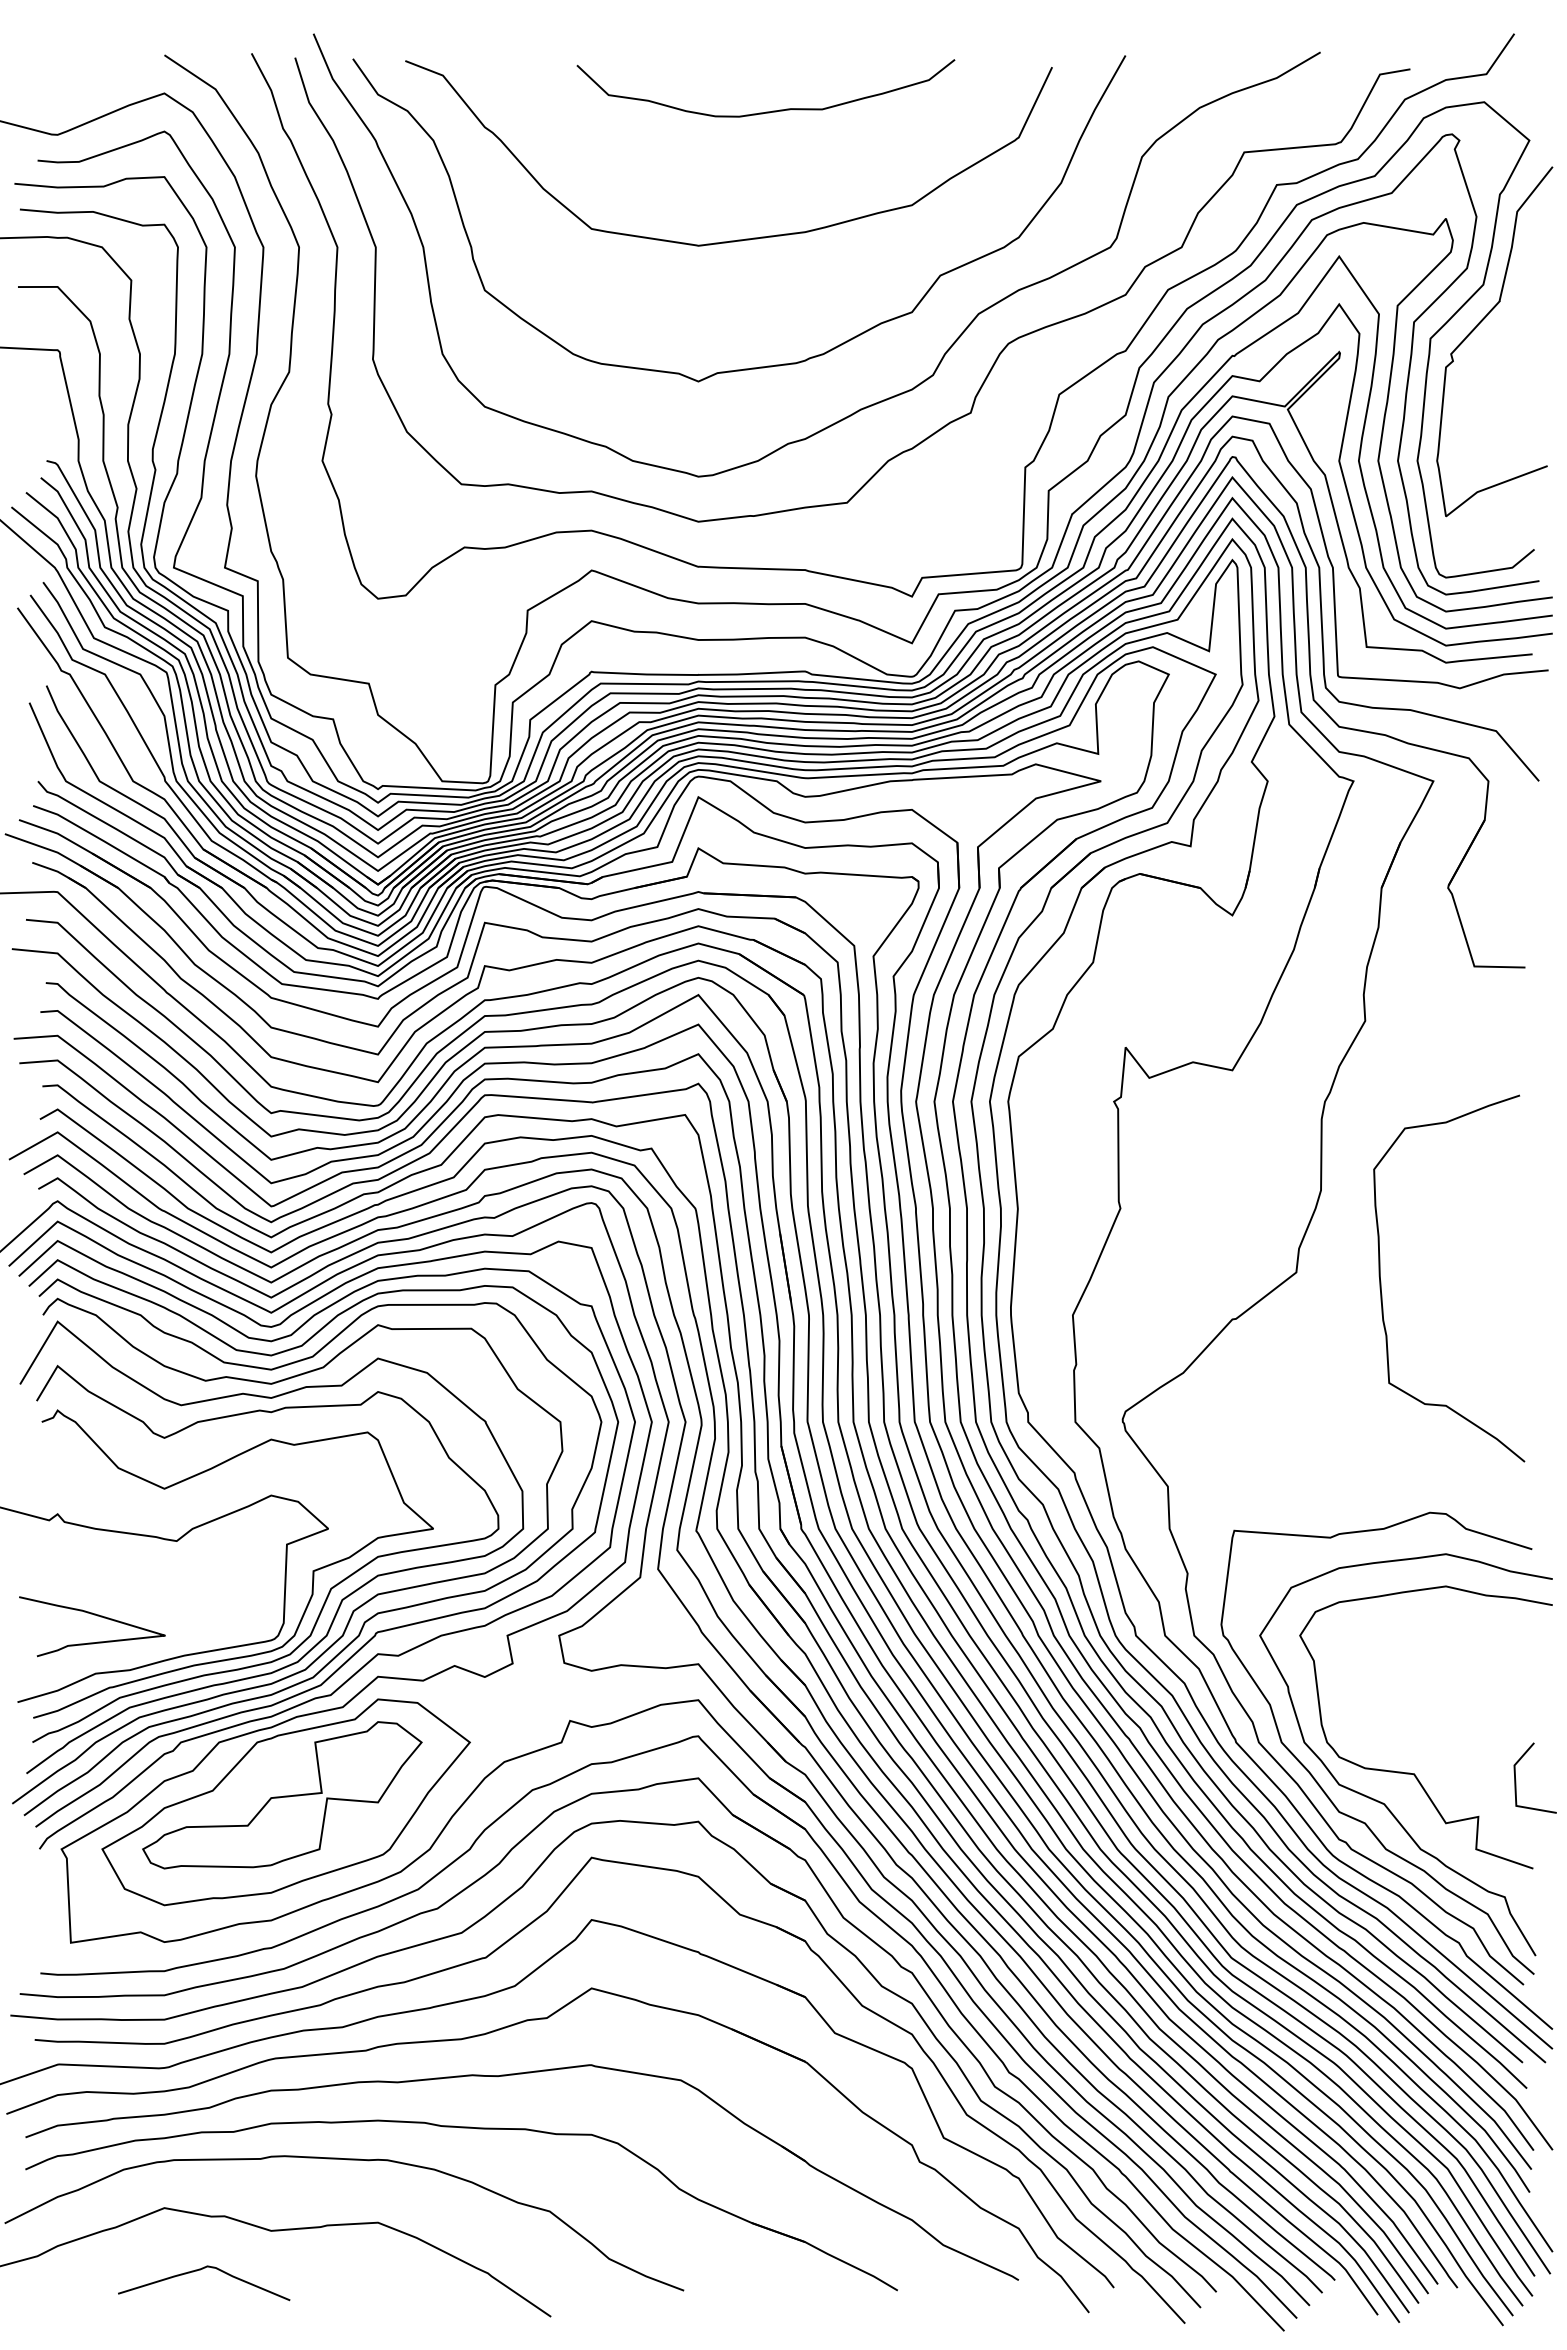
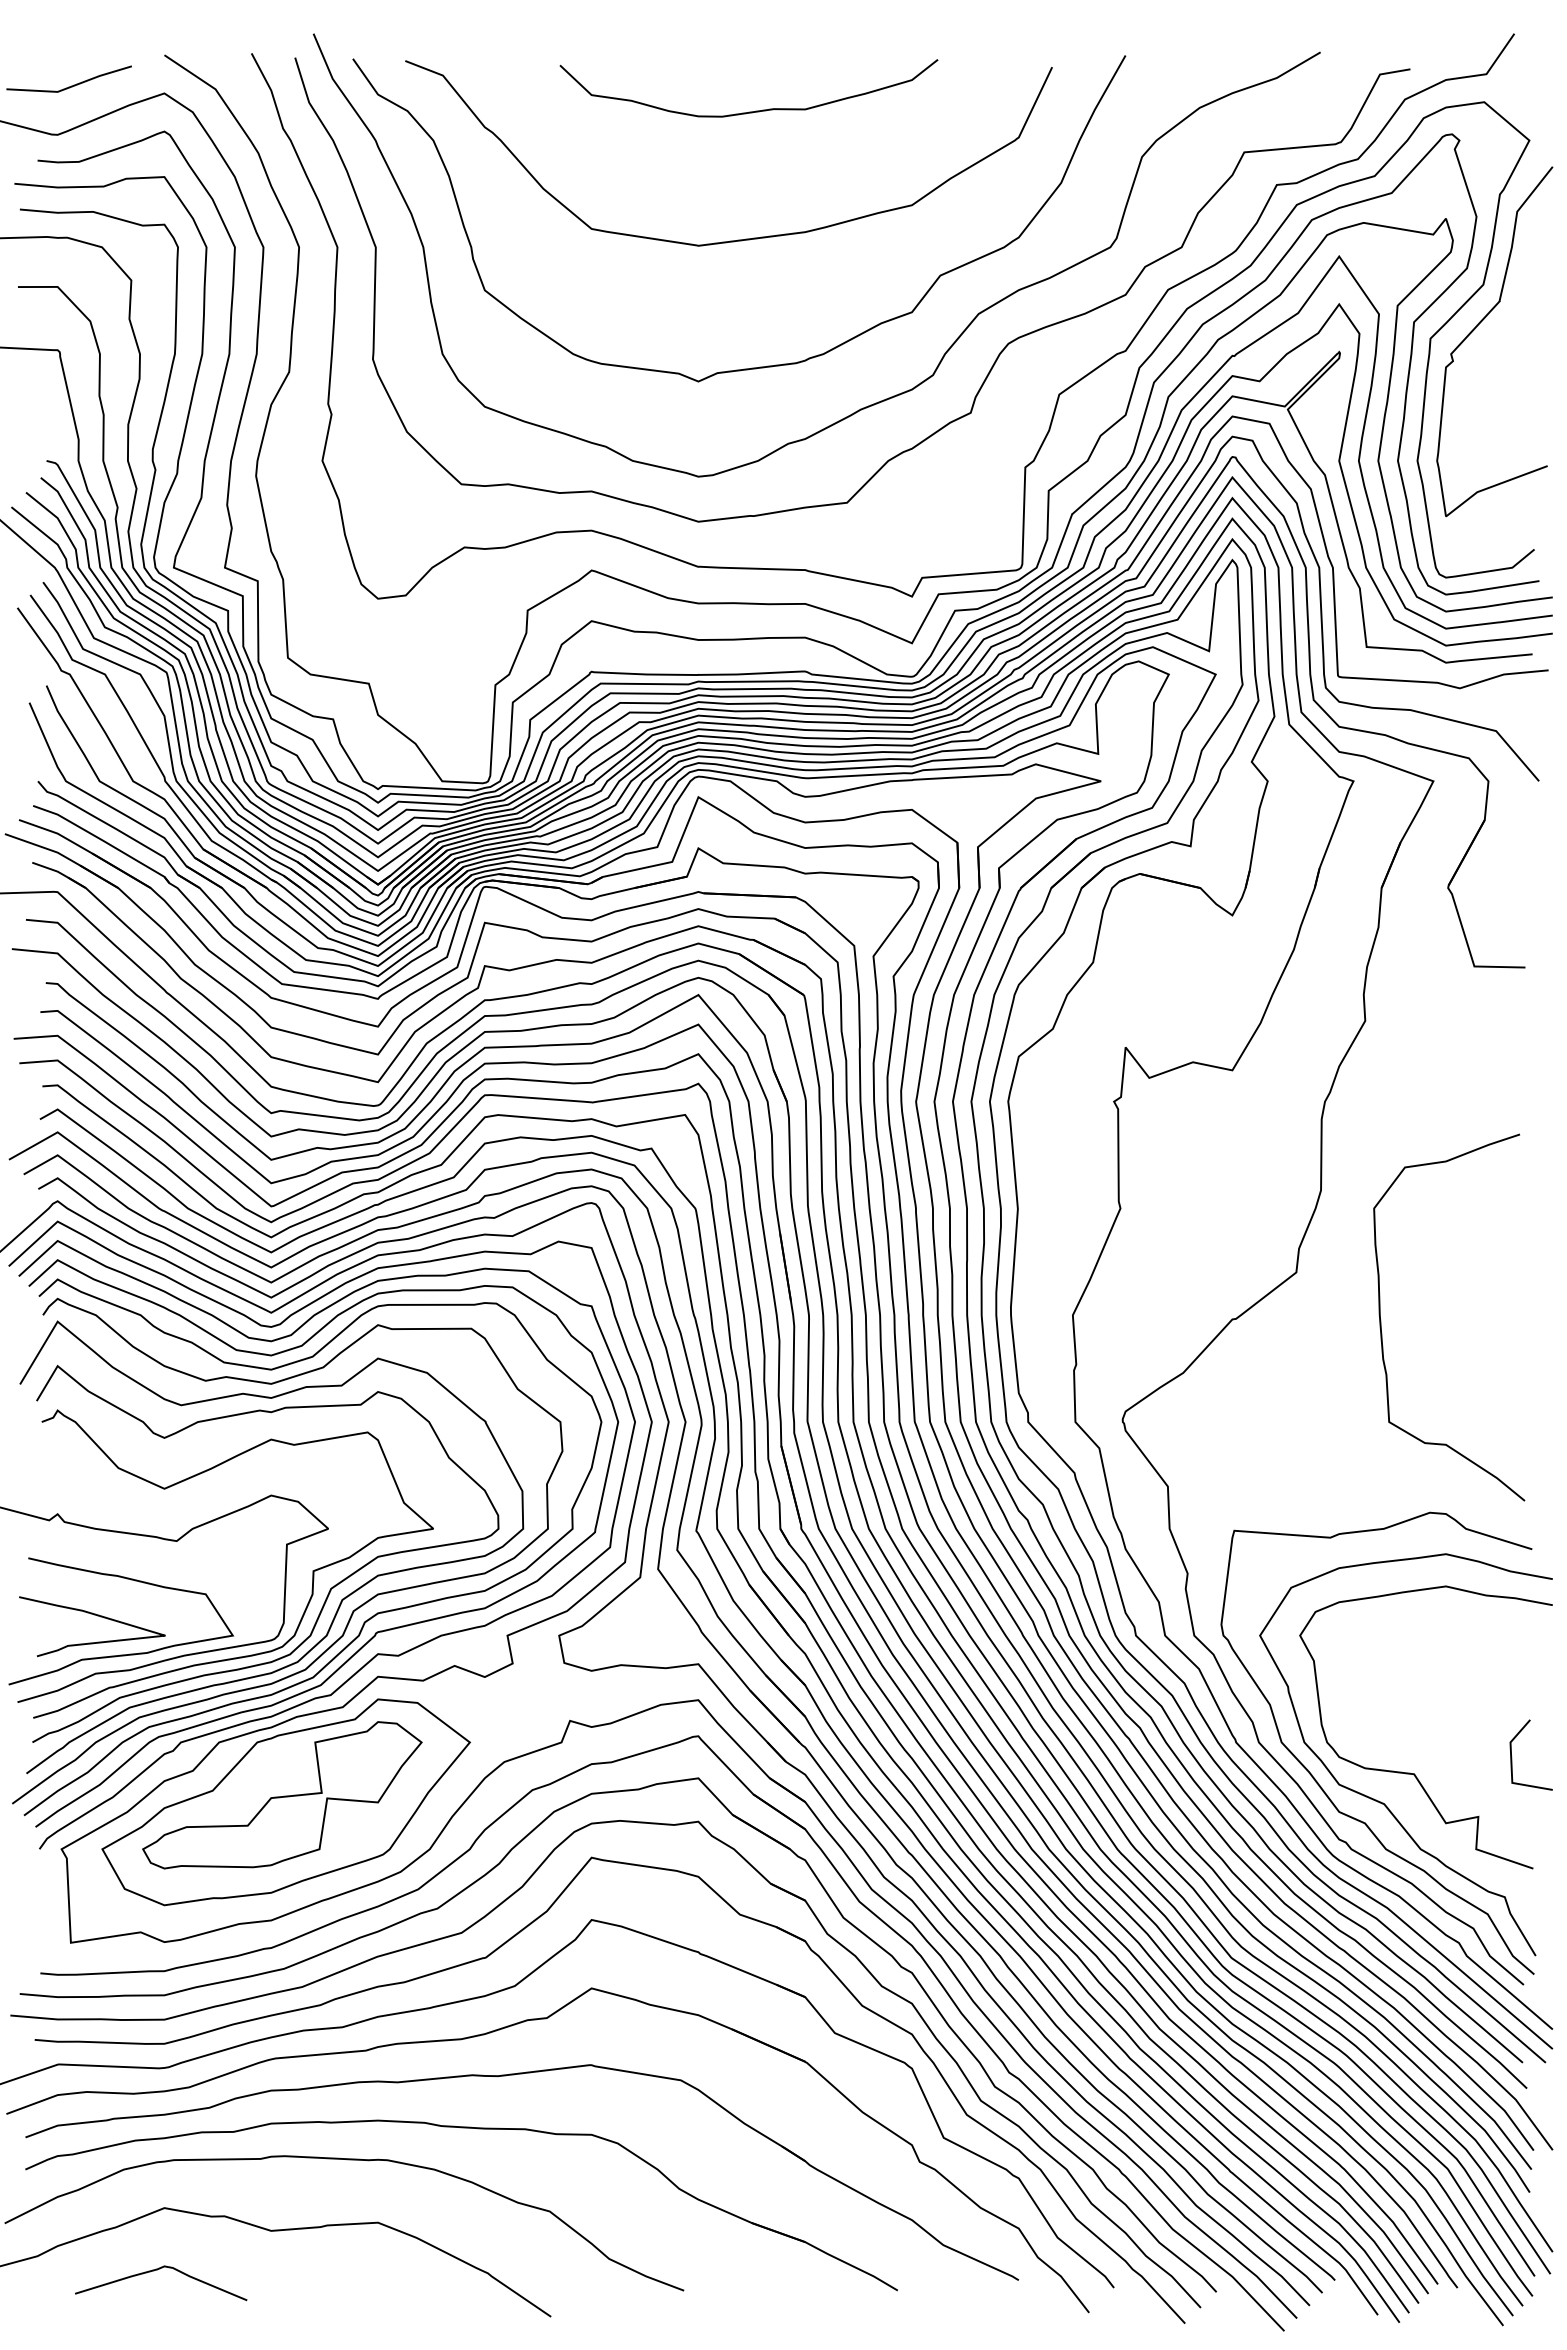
line at (71, 85): none -> present
curve at (766, 111) position: (766, 111) -> (749, 111)
curve at (1381, 1281) position: (1381, 1281) -> (1381, 1320)
curve at (129, 1653): none -> present
line at (1516, 1780) position: (1516, 1780) -> (1512, 1757)
curve at (200, 2270) position: (200, 2270) -> (157, 2270)
